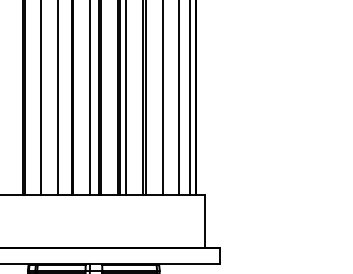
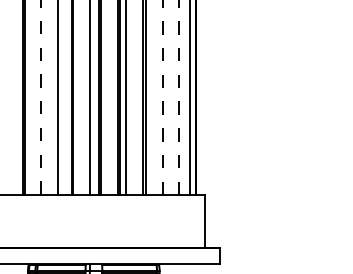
line at (163, 97): solid -> dashed
line at (178, 97): solid -> dashed
line at (40, 98): solid -> dashed
